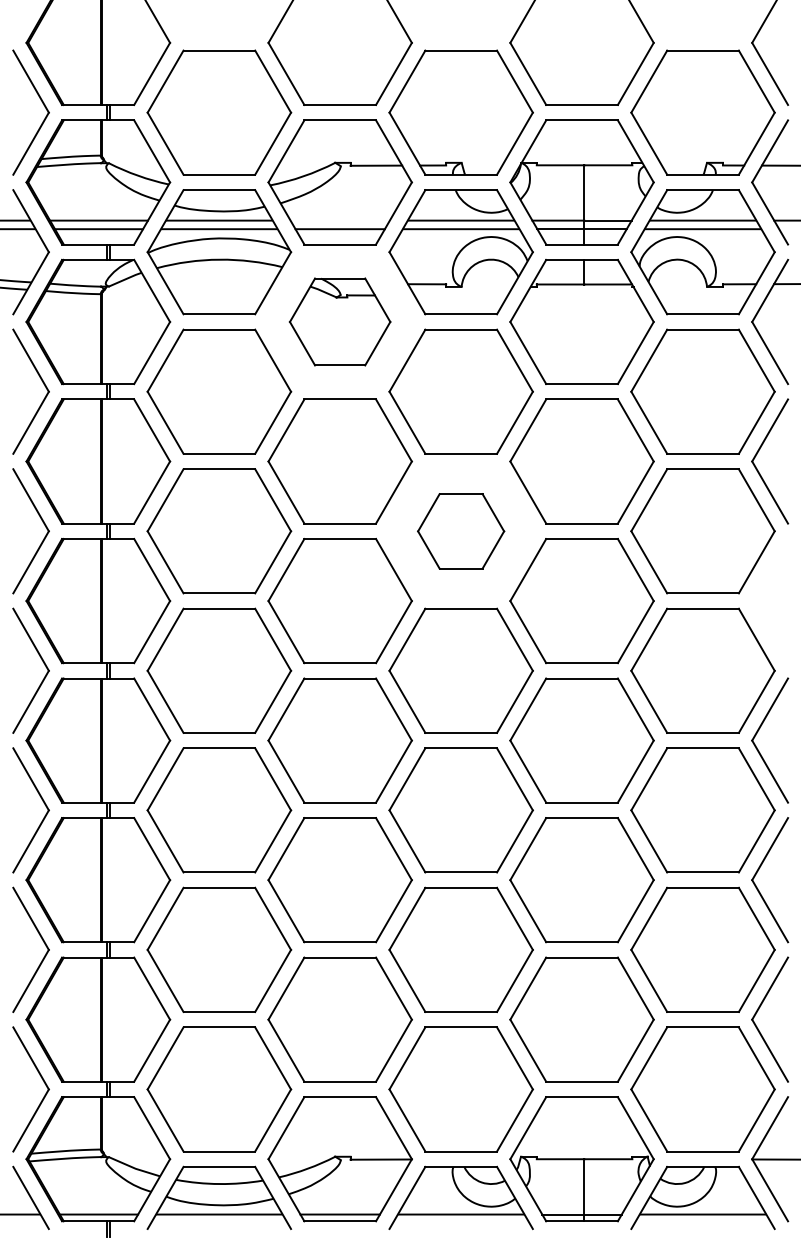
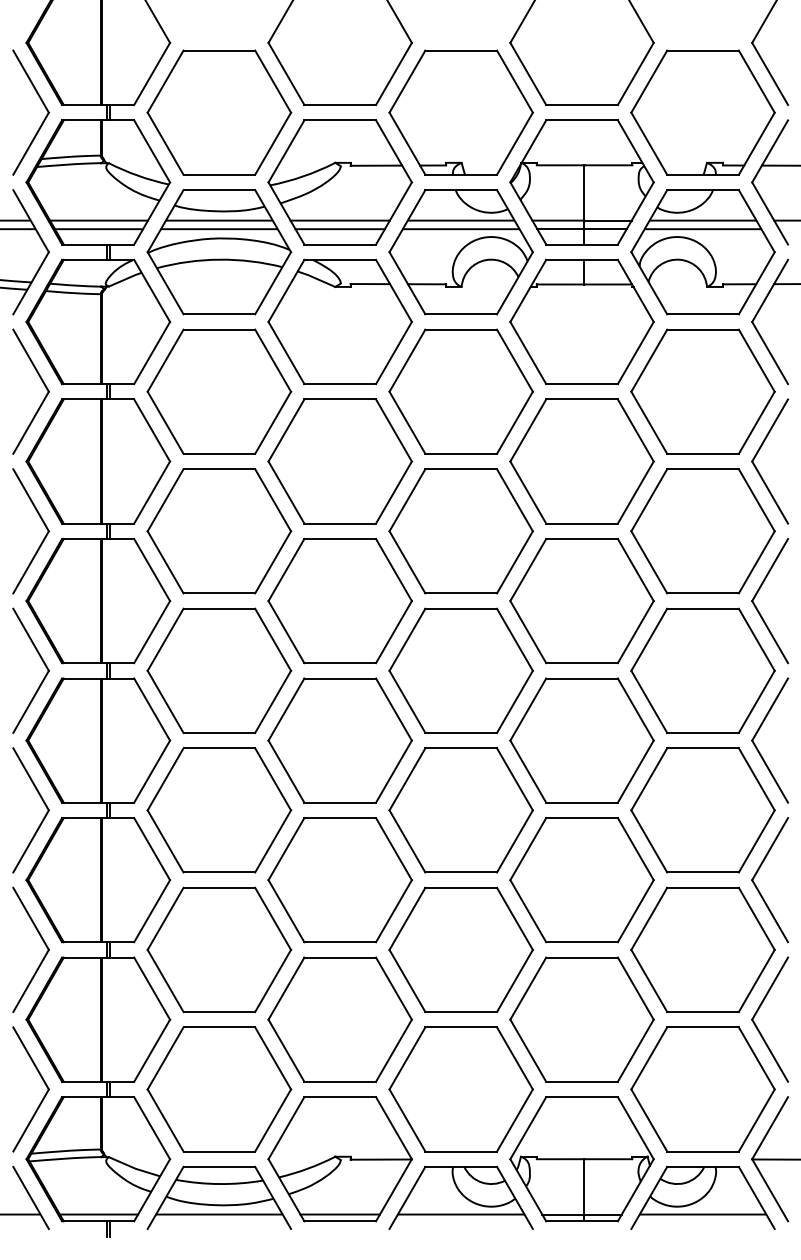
line at (339, 220): none -> present
part at (339, 321) size: 104x90 px -> 146x128 px
part at (461, 531) size: 89x77 px -> 146x127 px
part at (758, 609): none -> present
